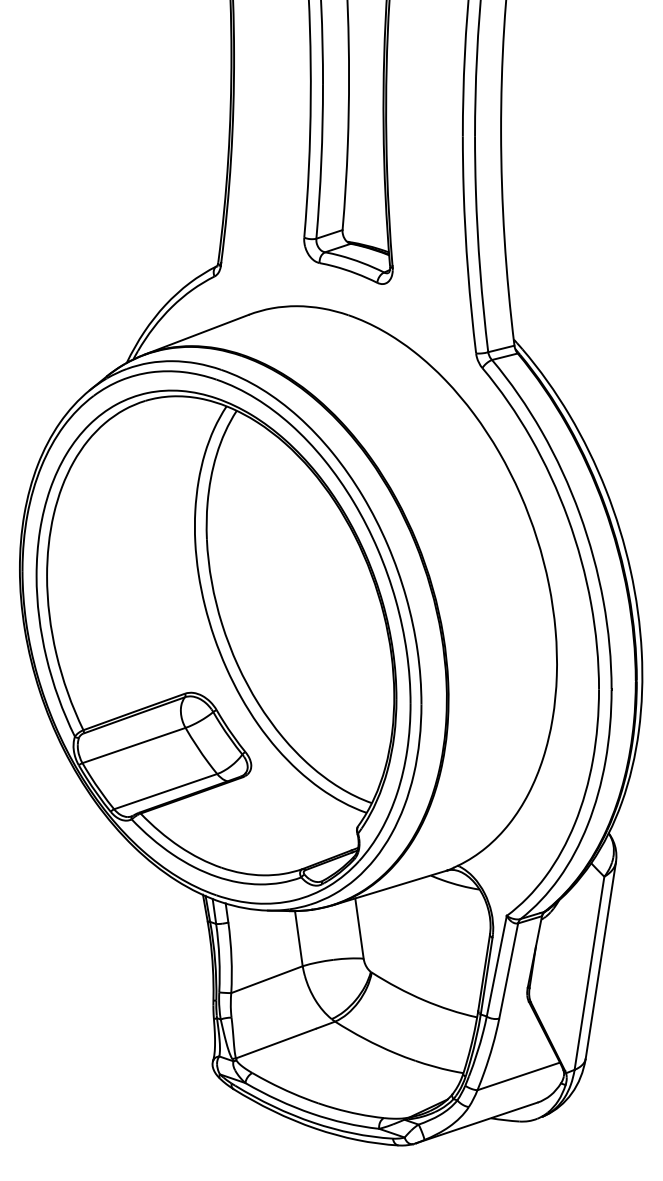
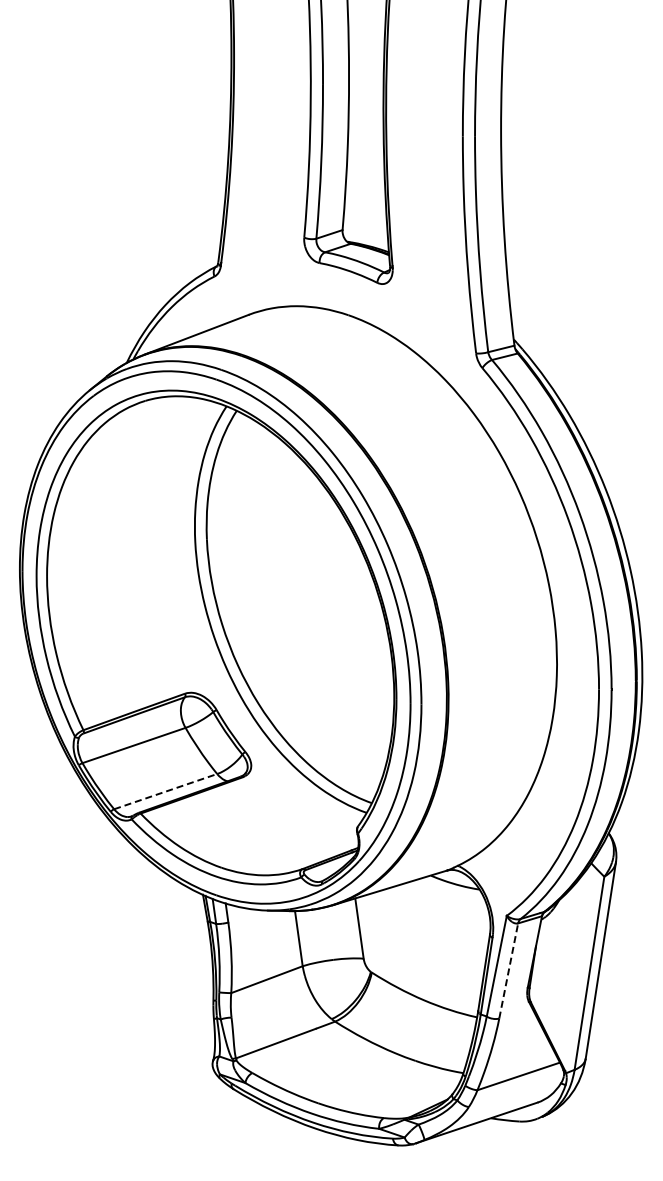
line at (166, 791): solid -> dashed
line at (508, 970): solid -> dashed
